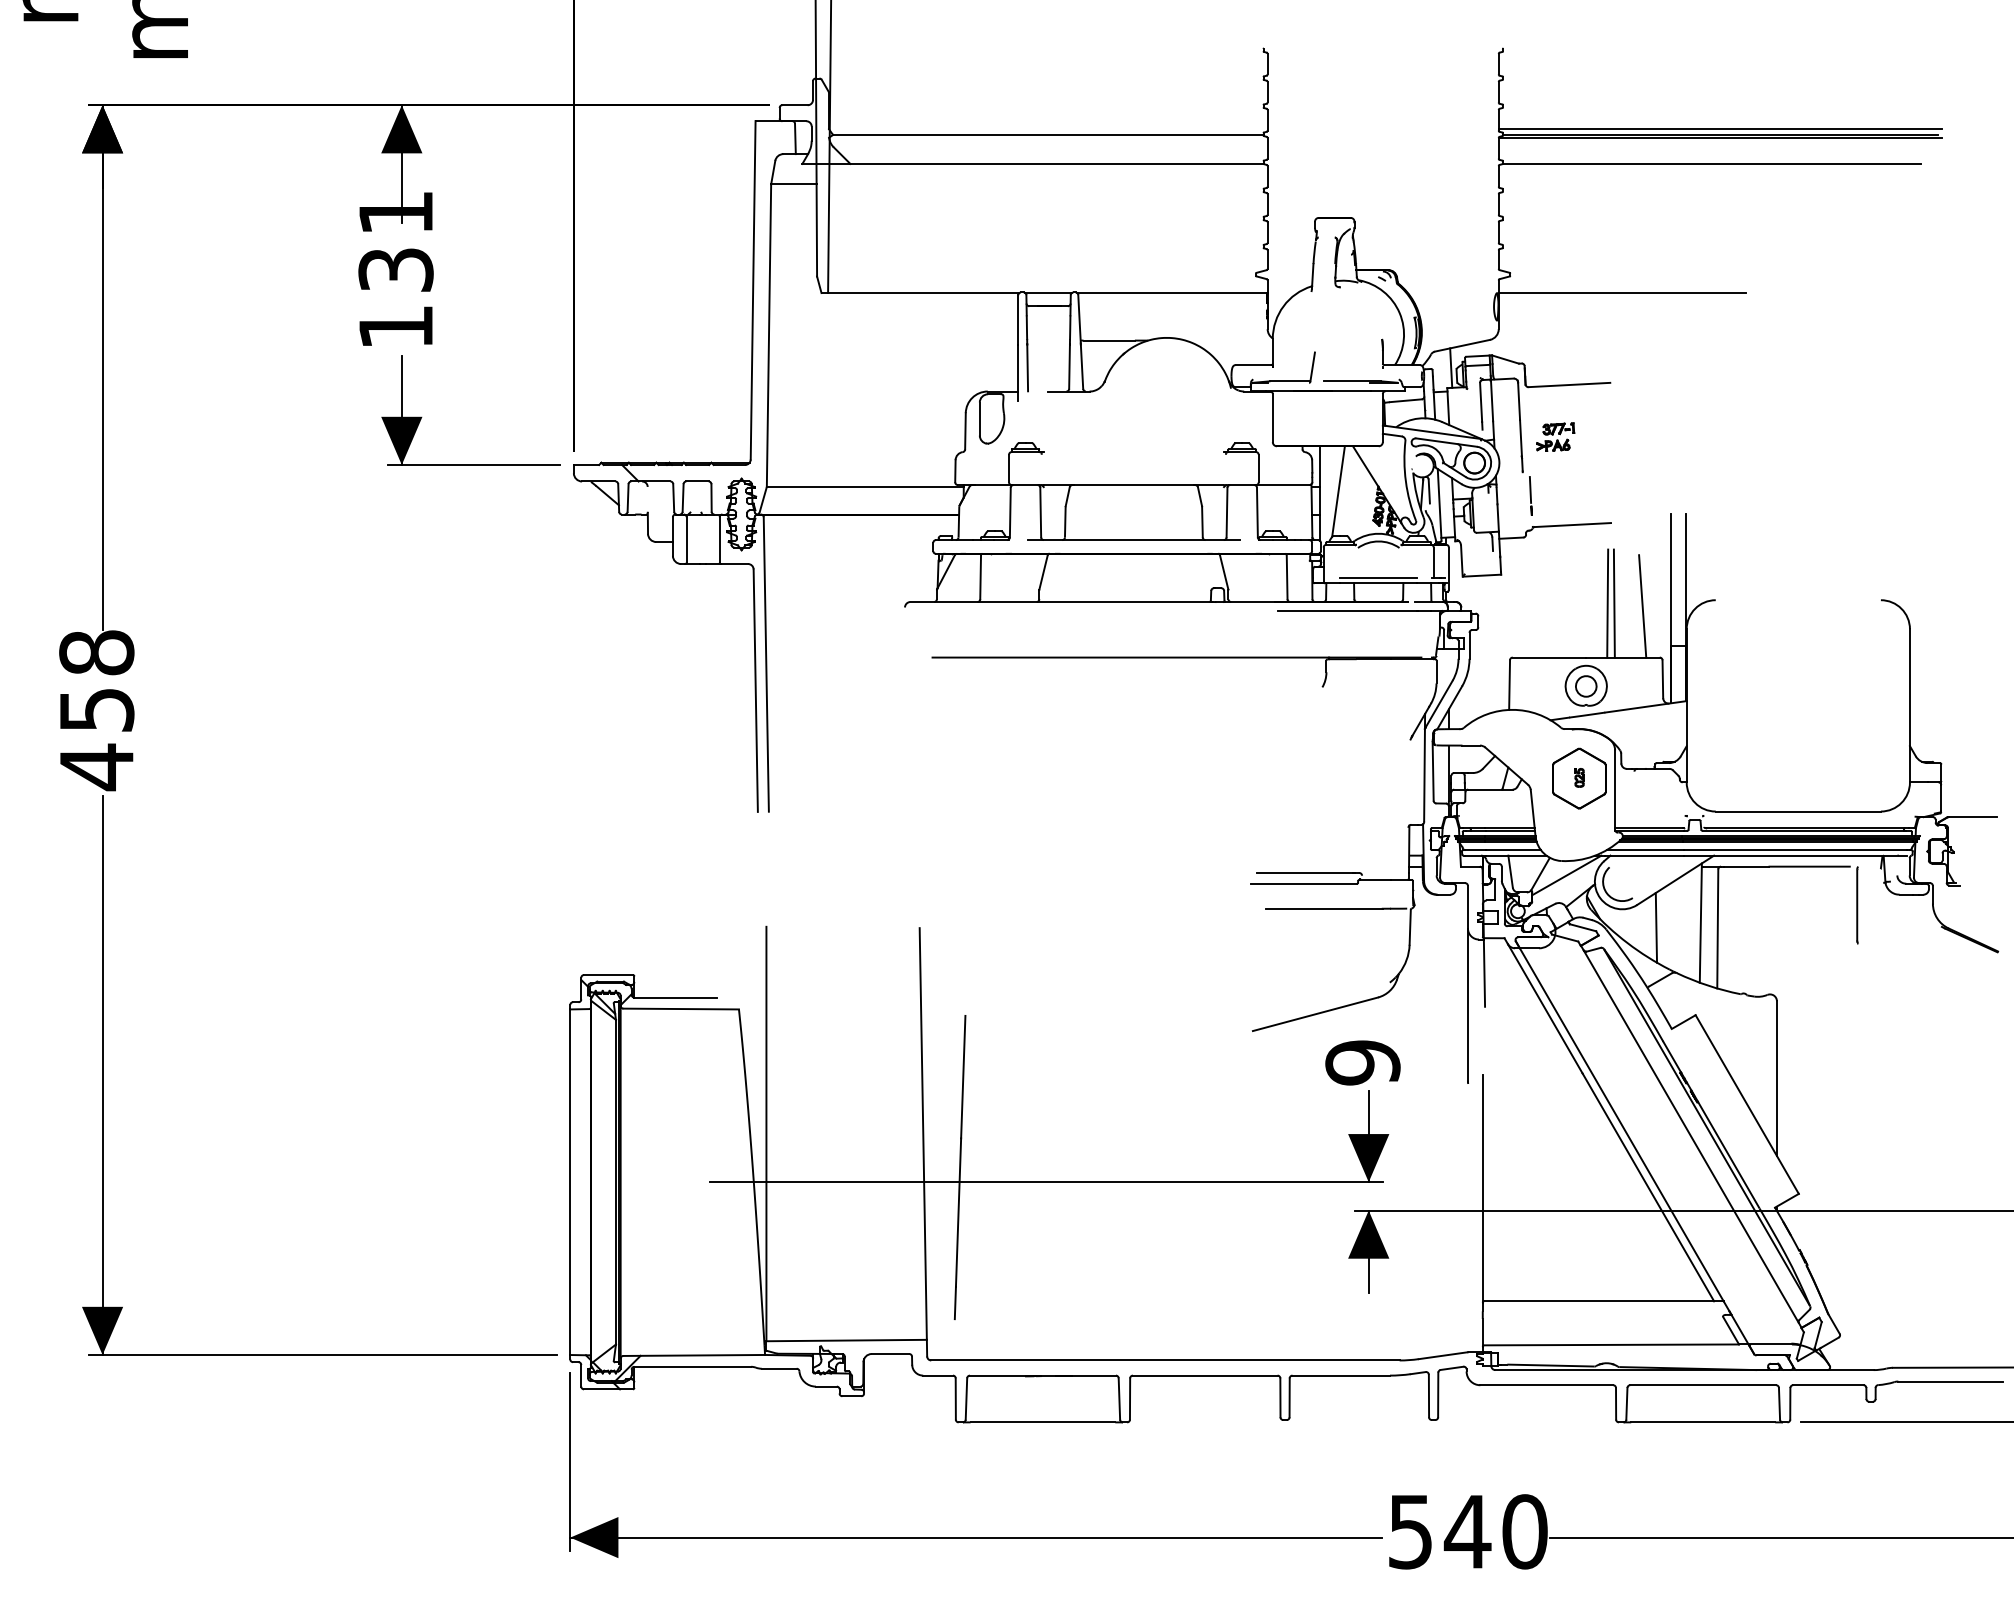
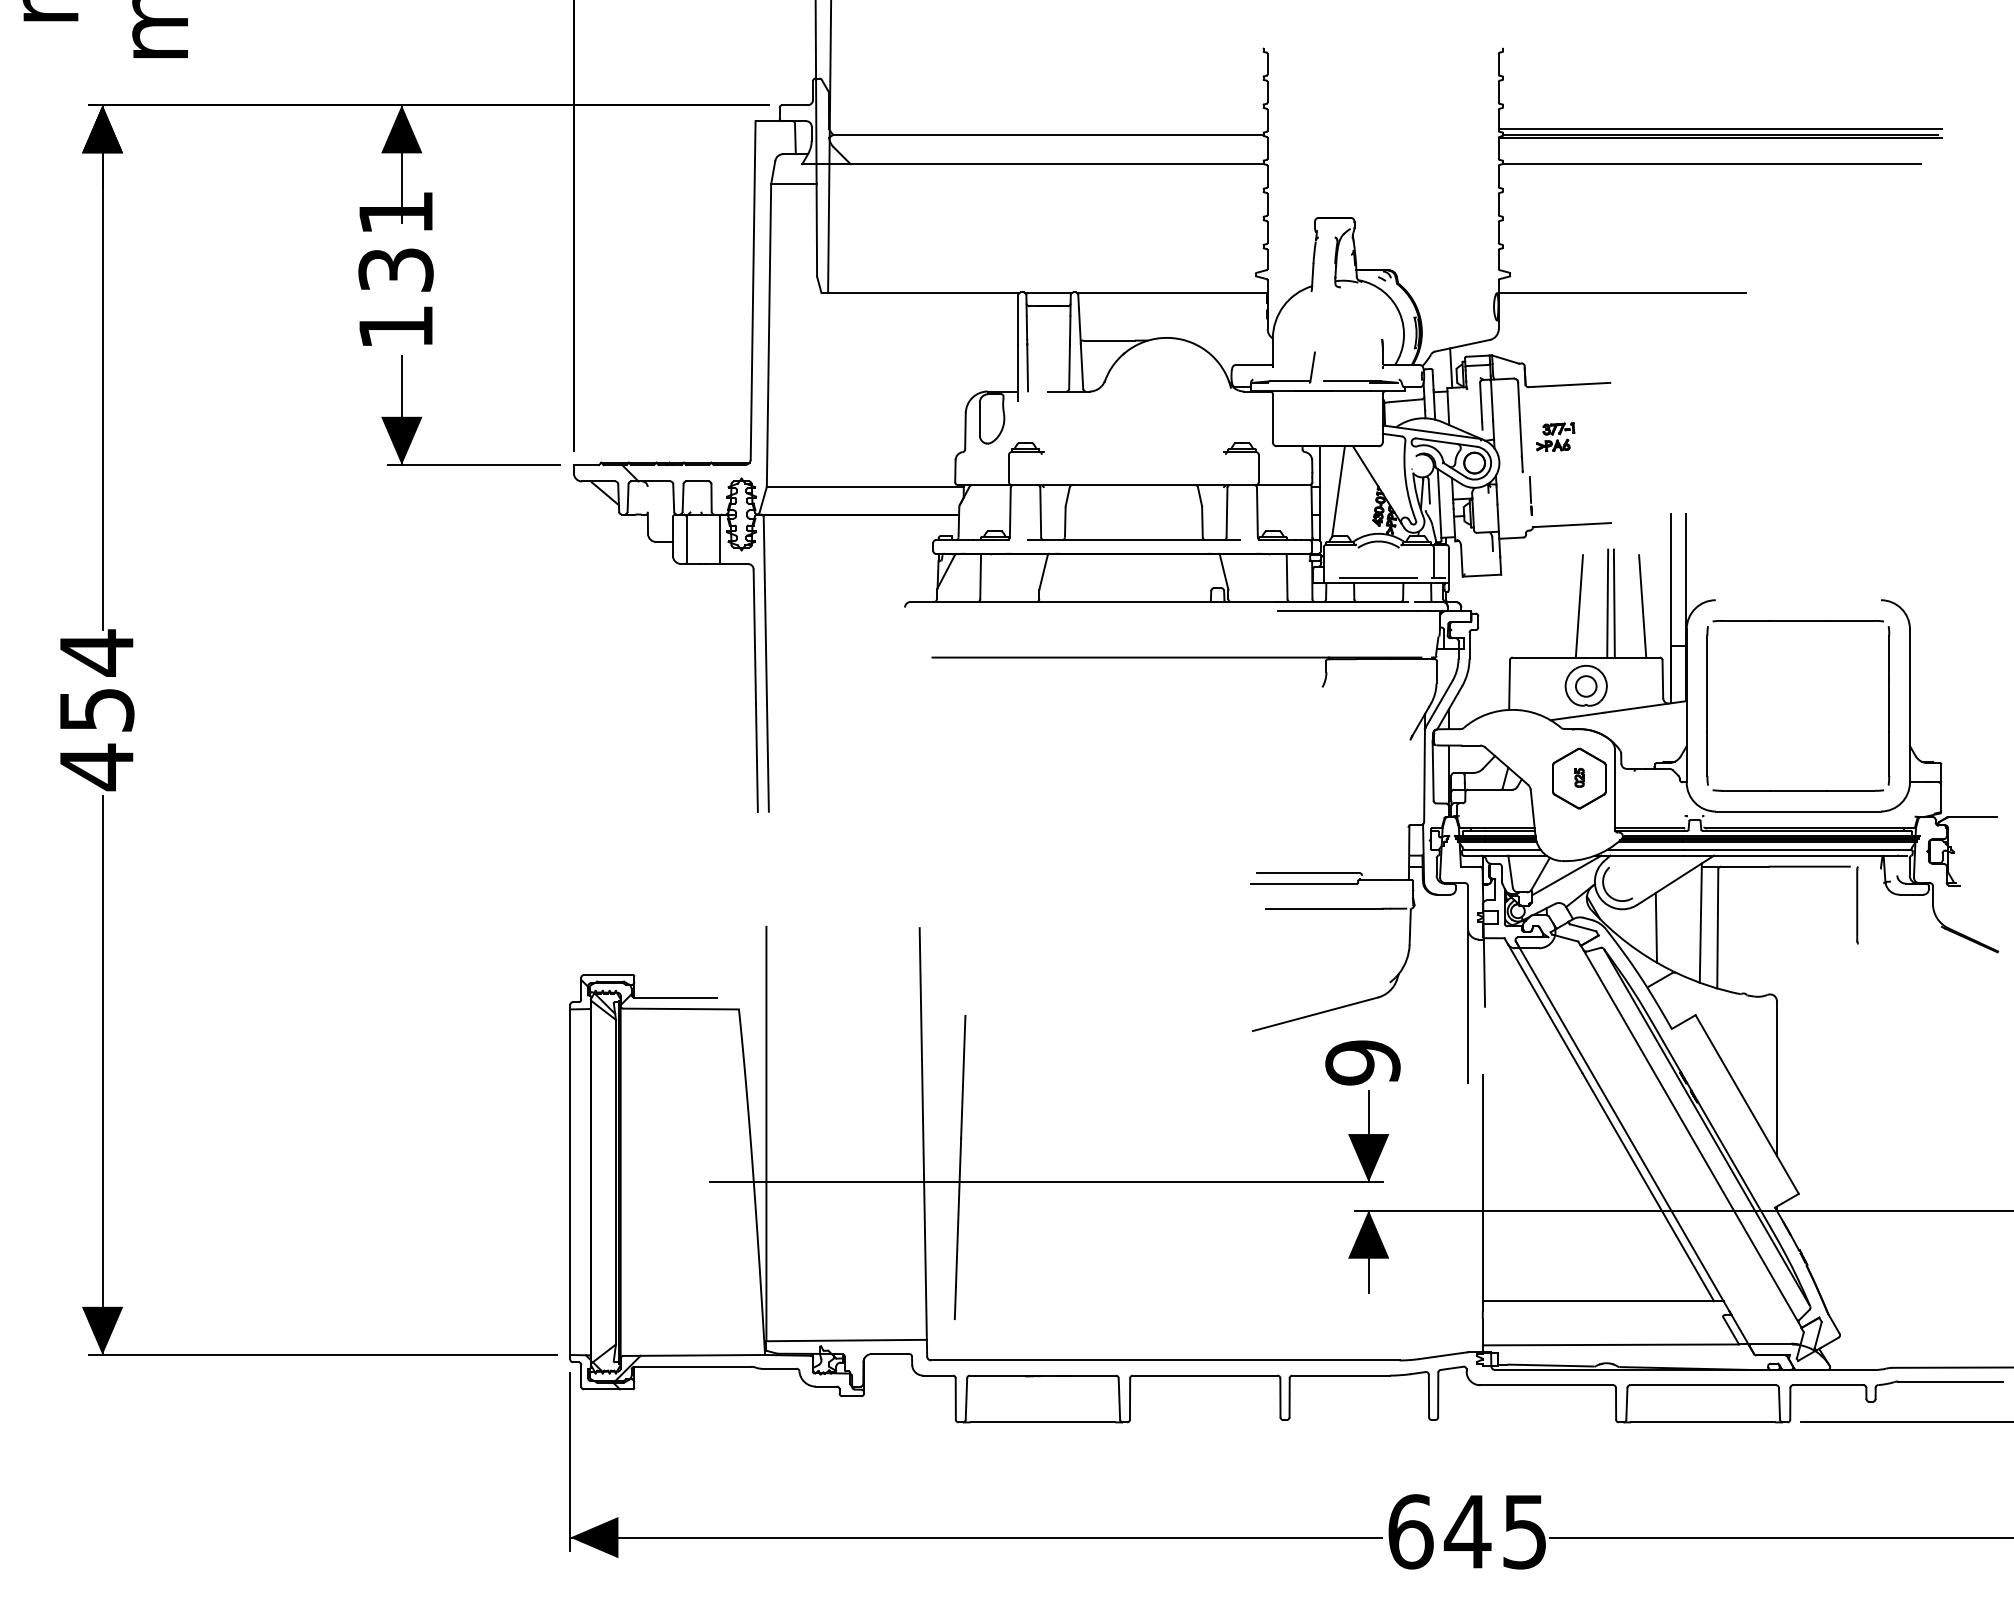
line at (1578, 606): none -> present
part at (1798, 621): none -> present
text at (96, 652): 458 -> 454
text at (1467, 1531): 540 -> 645
